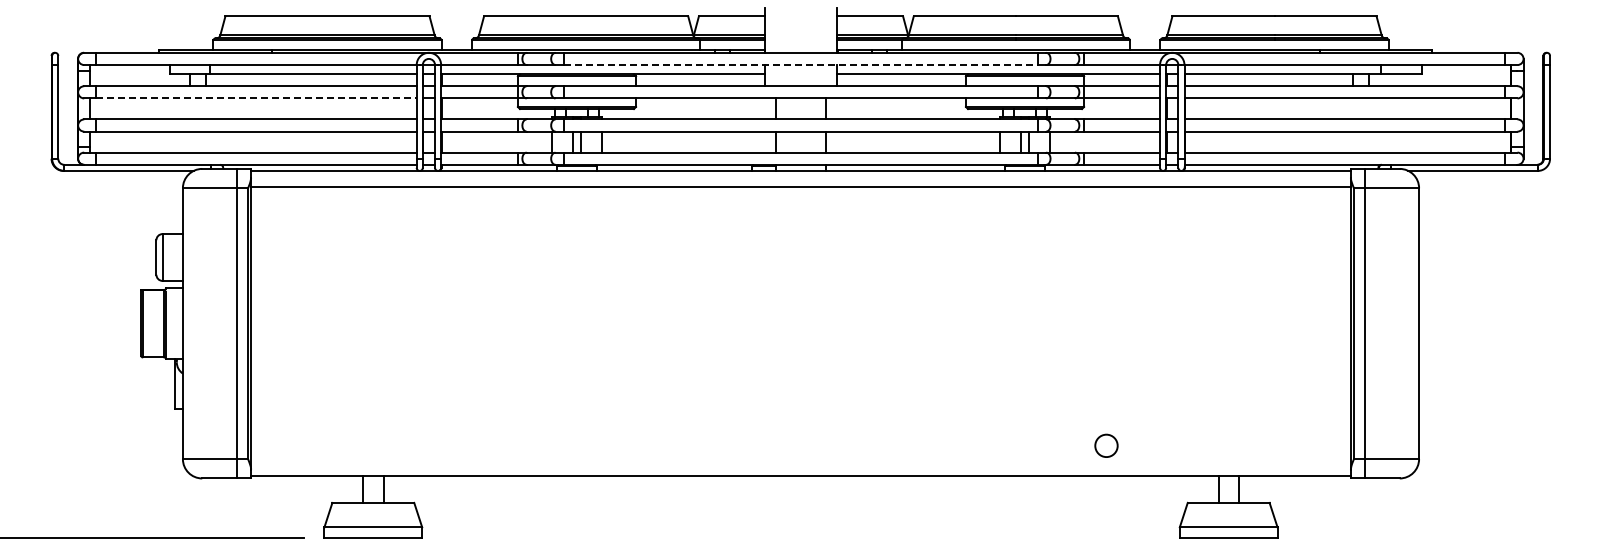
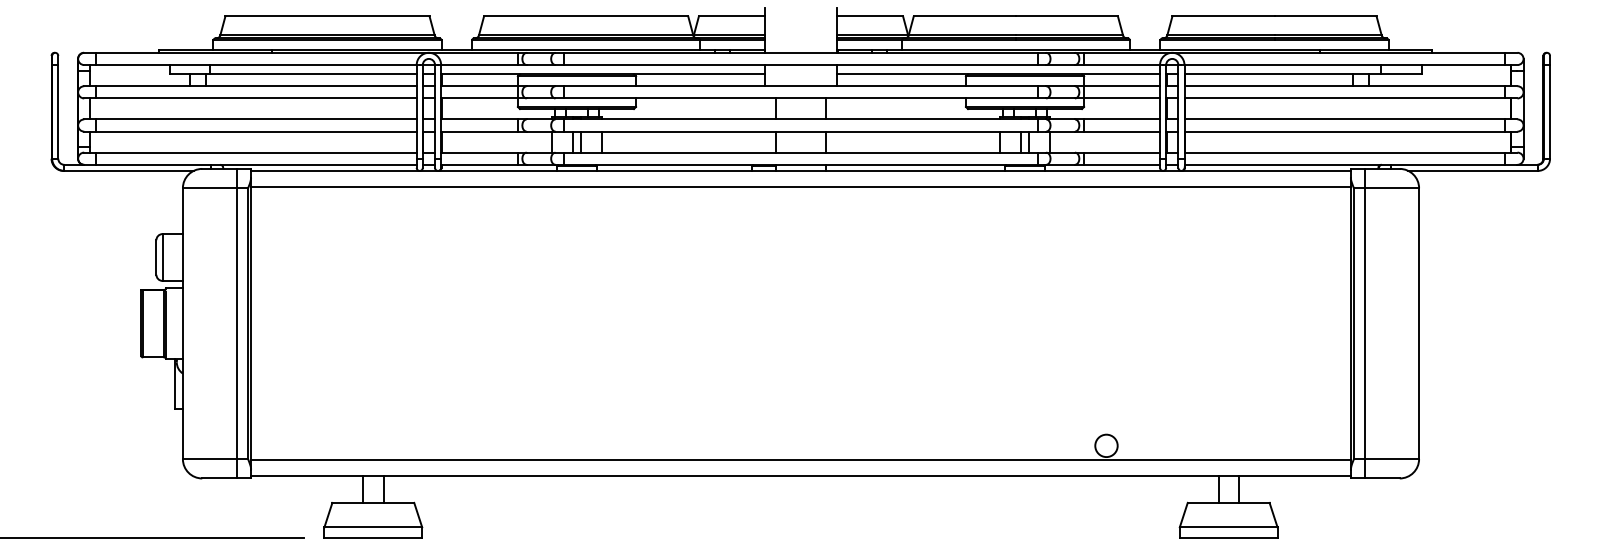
line at (800, 65): dashed -> solid
line at (257, 98): dashed -> solid
line at (800, 460): none -> present
